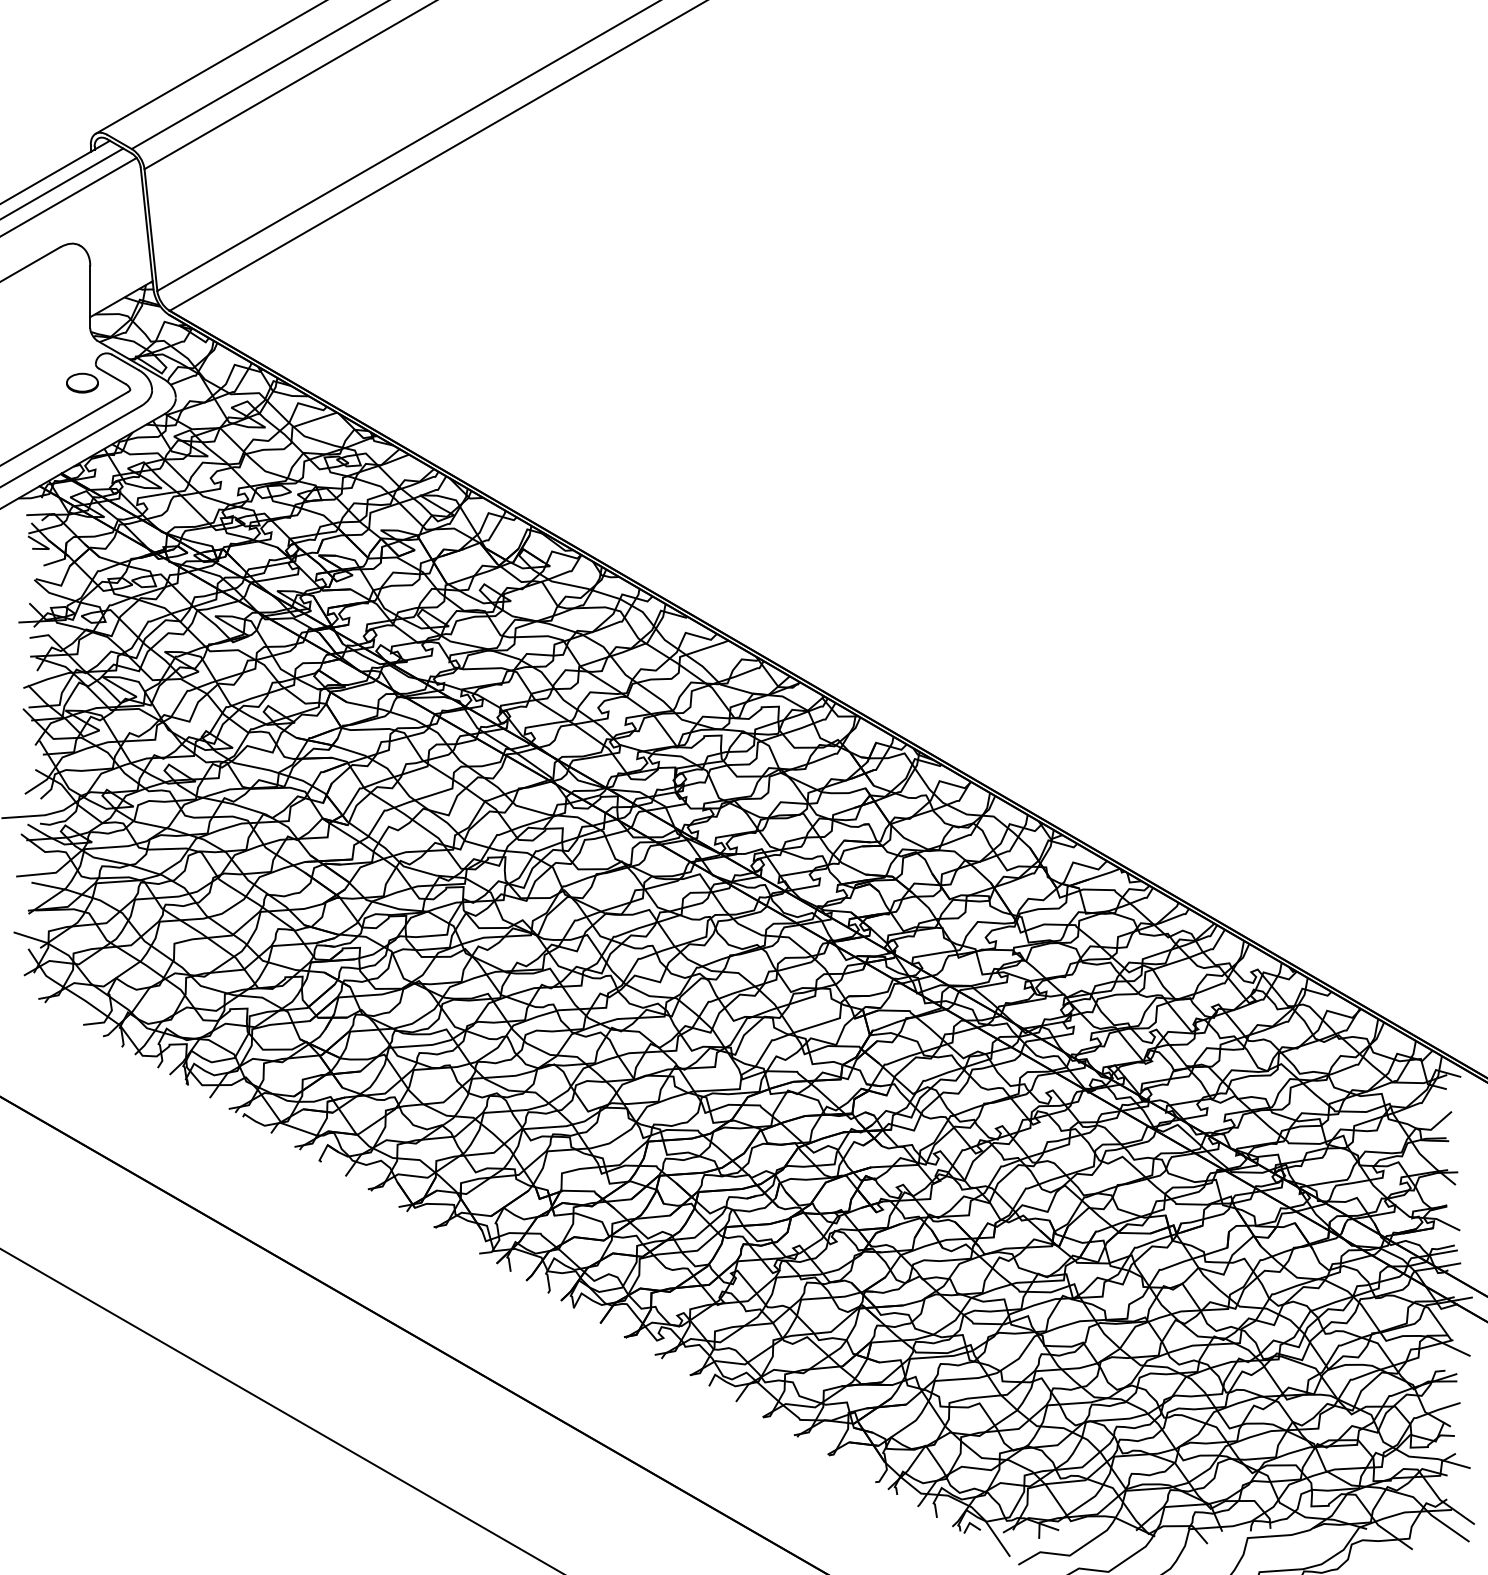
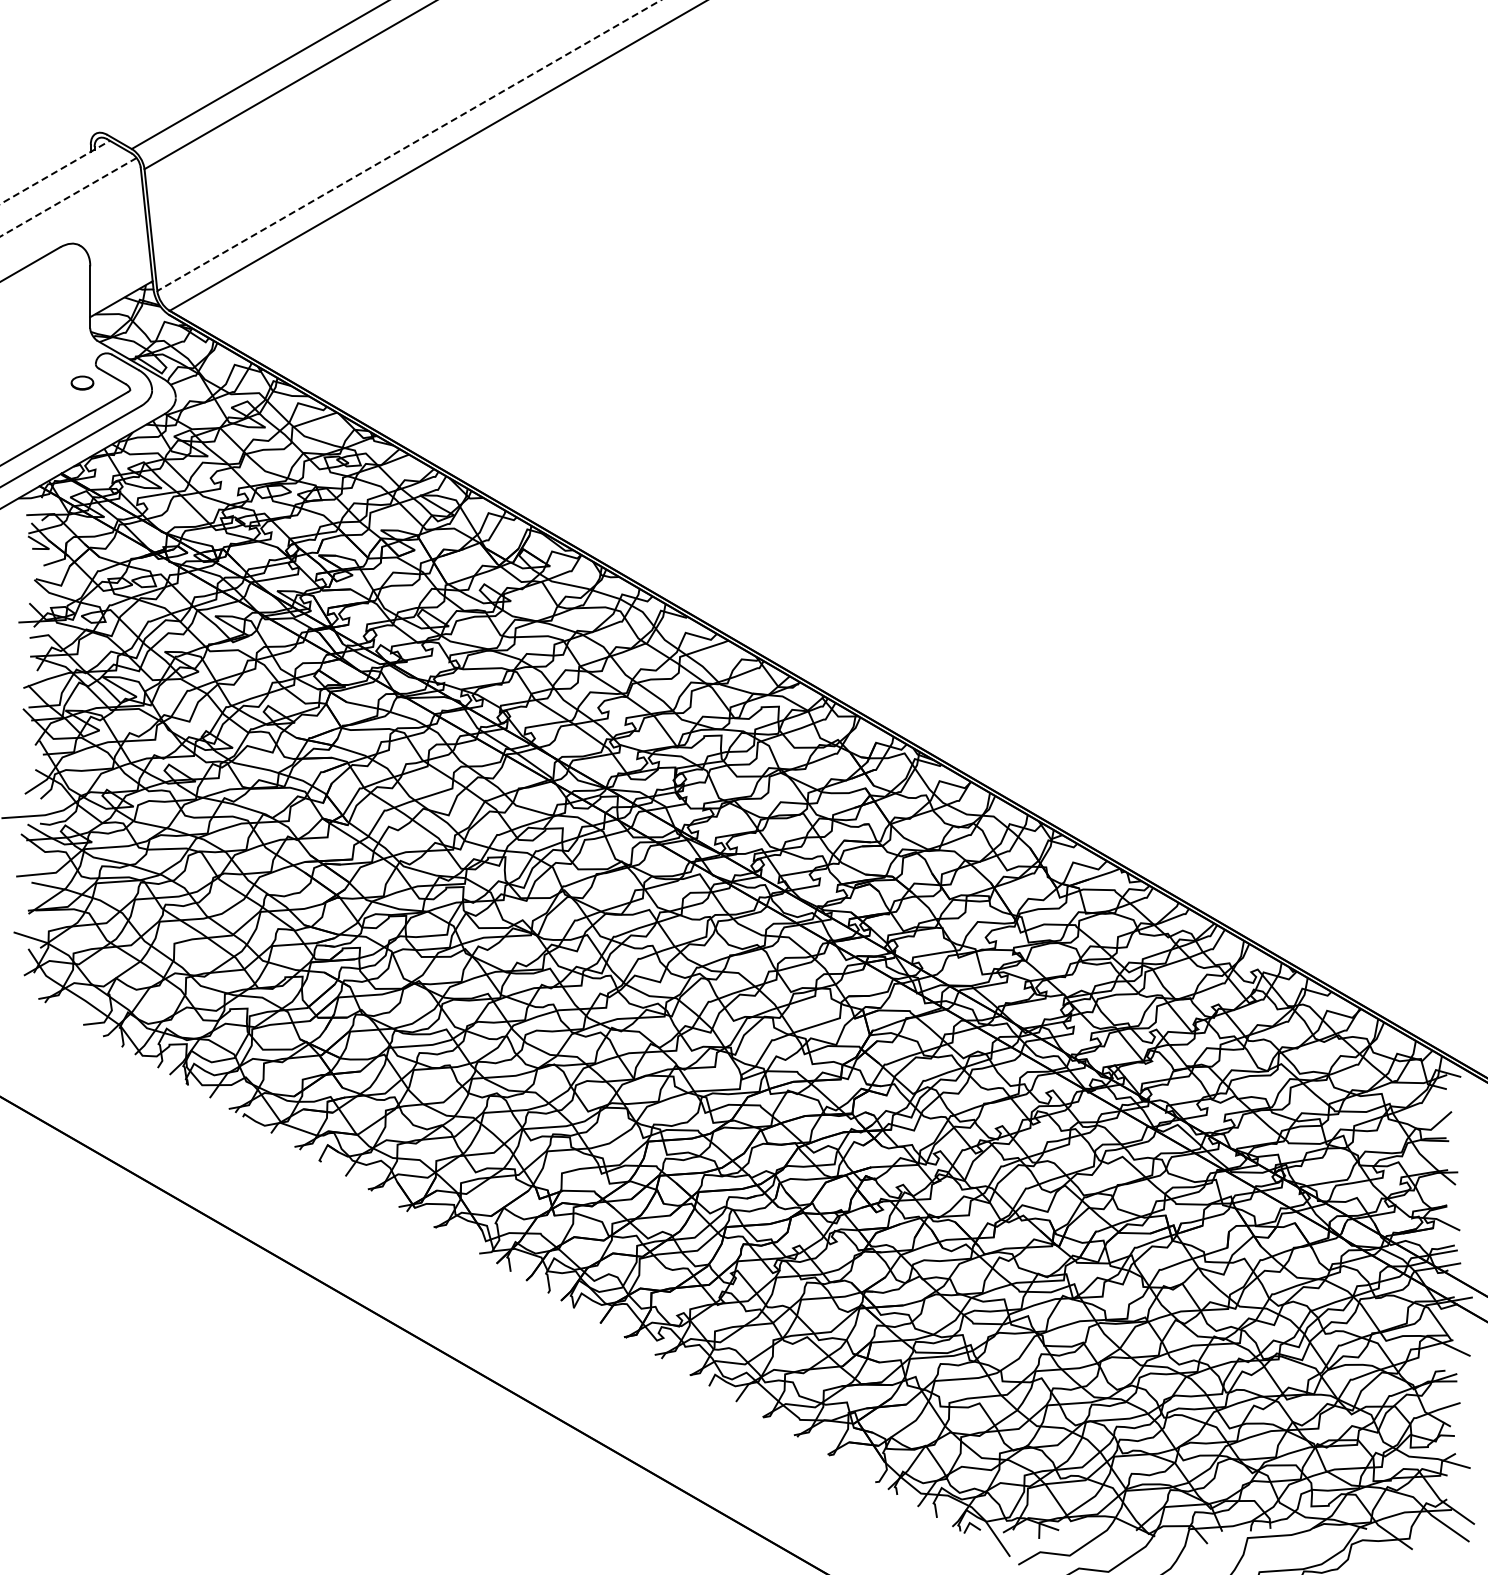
line at (209, 67): present -> none
line at (409, 145): solid -> dashed
line at (55, 172): solid -> dashed
line at (62, 183): present -> none
line at (68, 197): solid -> dashed
part at (82, 382) size: 33x22 px -> 25x16 px
line at (280, 1410): present -> none
